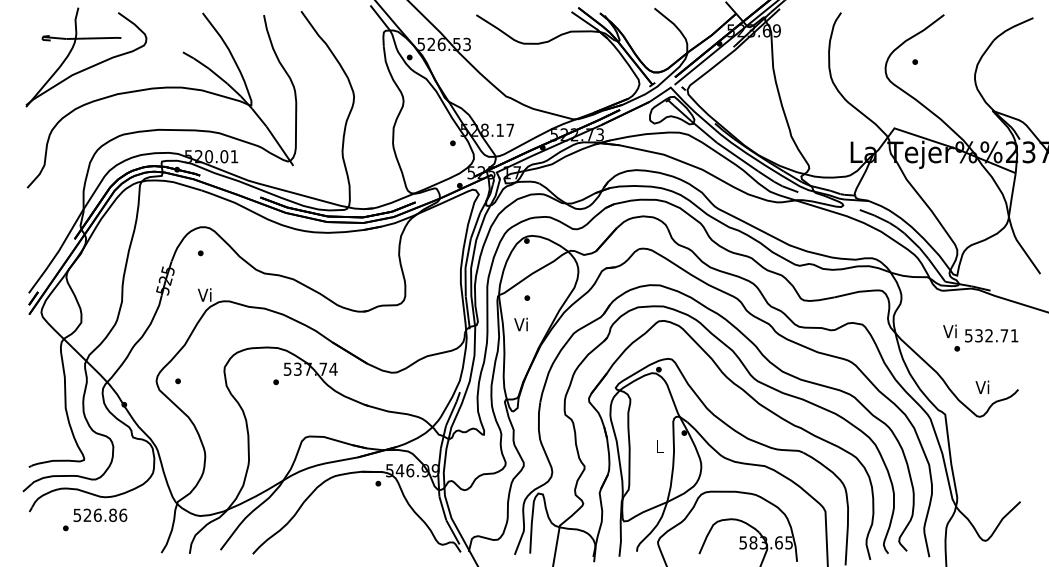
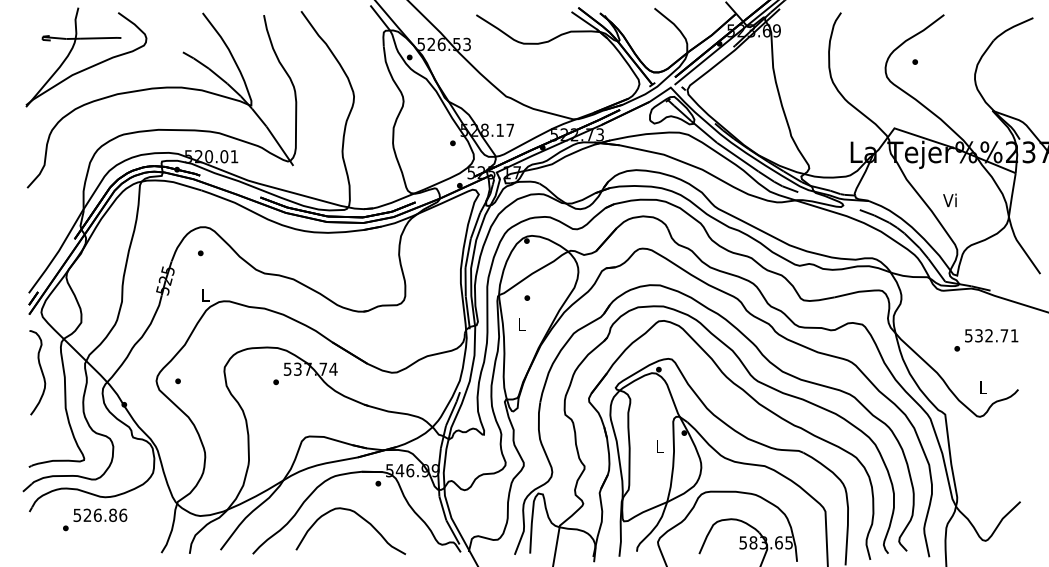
text at (204, 294): Vi -> L
text at (520, 324): Vi -> L
text at (949, 331) position: (949, 331) -> (949, 200)
curve at (40, 370): none -> present
text at (982, 387): Vi -> L
curve at (362, 519): none -> present
